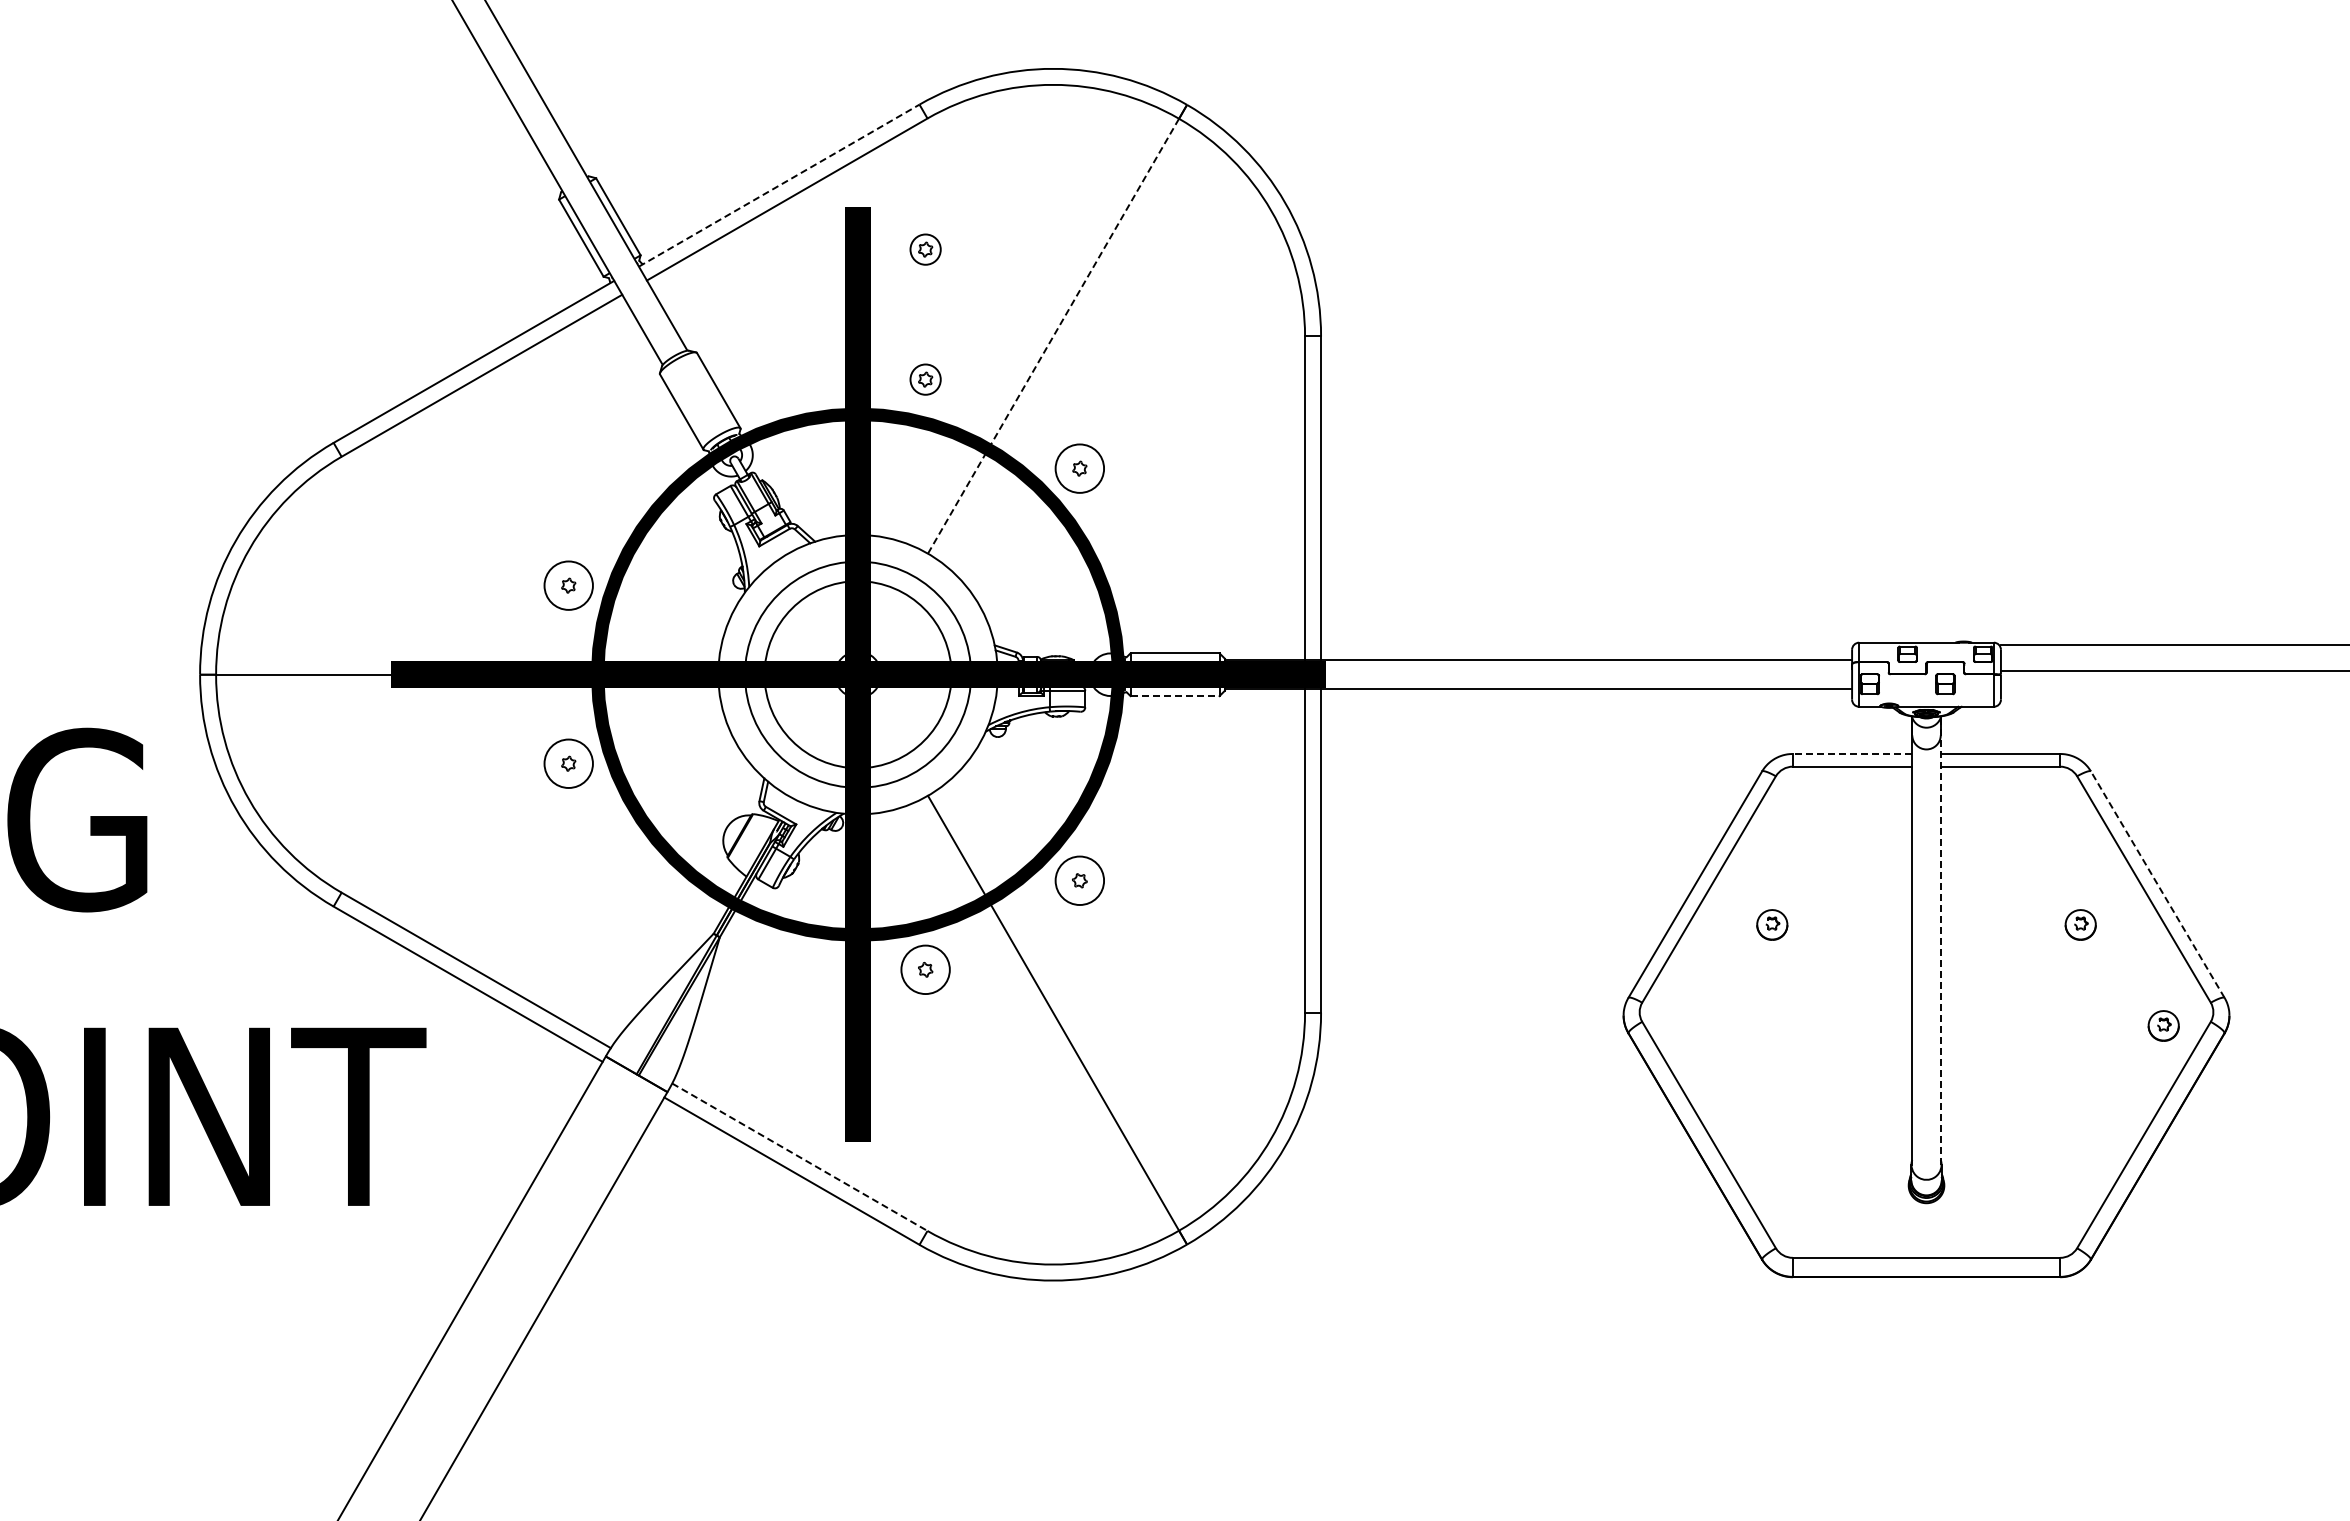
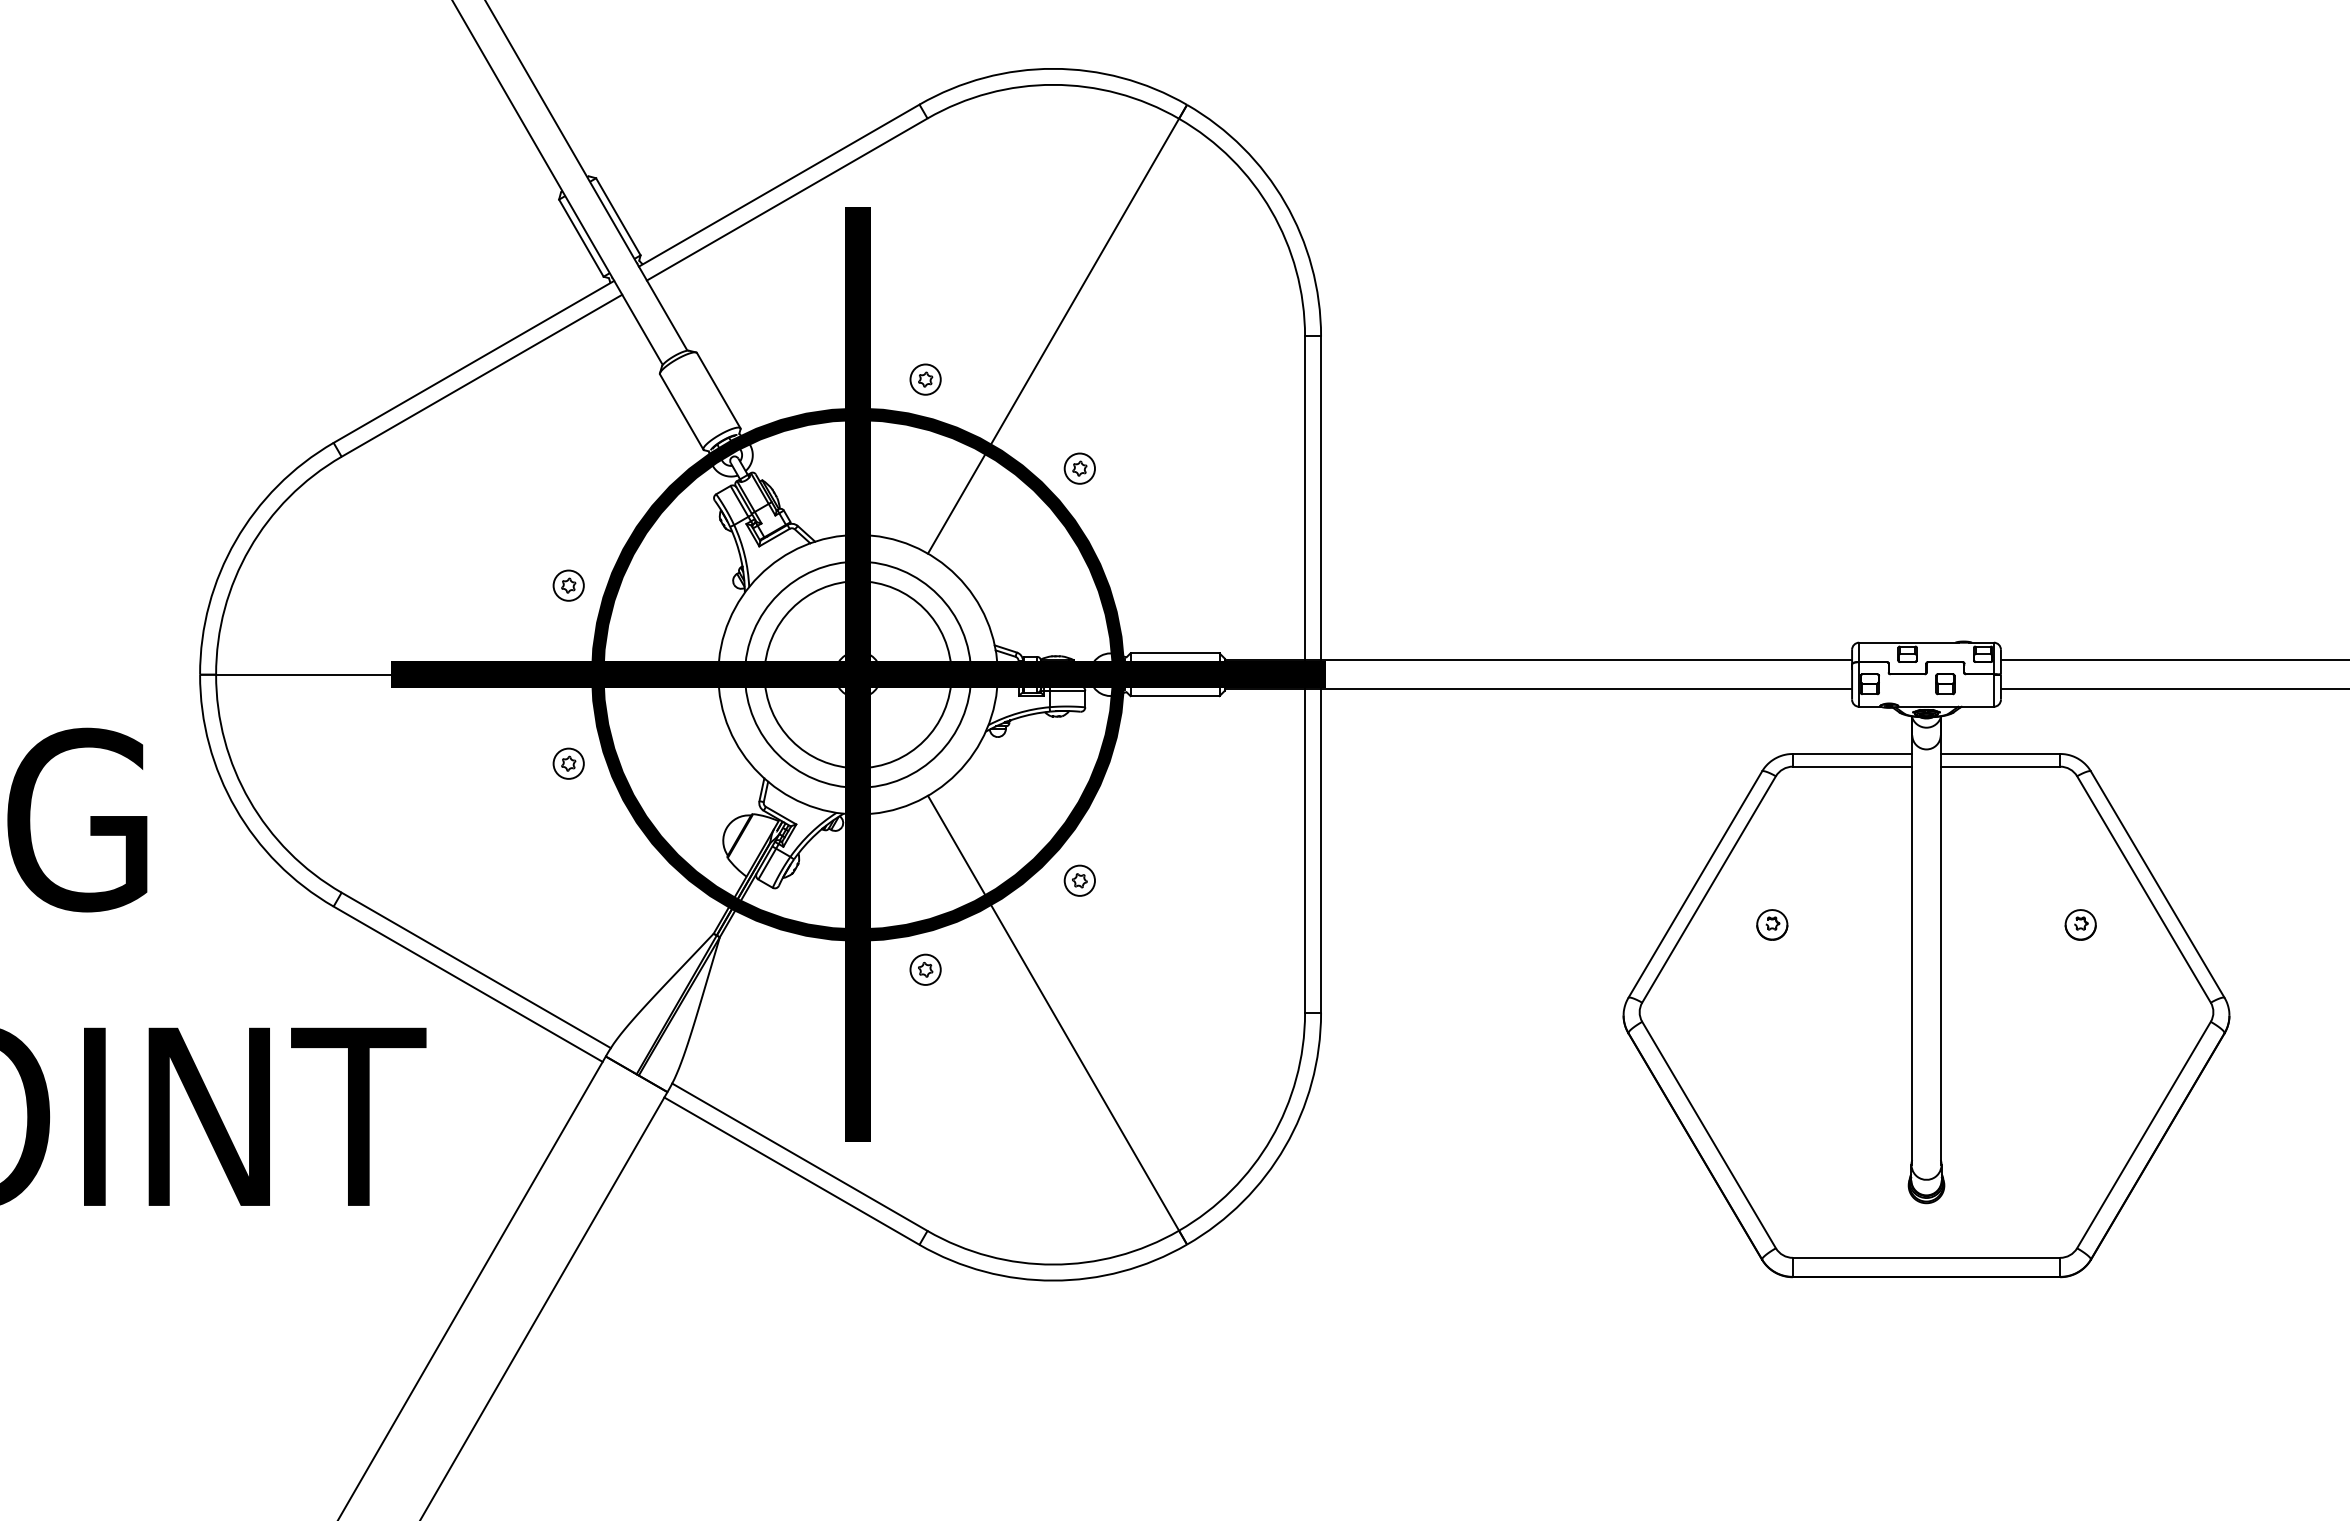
line at (779, 185): dashed -> solid
part at (925, 249): present -> none
line at (1053, 336): dashed -> solid
circle at (1079, 468) diameter: 48 px -> 30 px
circle at (568, 585) diameter: 48 px -> 30 px
line at (2173, 645) position: (2173, 645) -> (2173, 660)
line at (2173, 670) position: (2173, 670) -> (2173, 688)
line at (1175, 696): dashed -> solid
line at (1852, 753): dashed -> solid
circle at (568, 763) diameter: 48 px -> 30 px
circle at (1079, 880) diameter: 48 px -> 30 px
line at (2157, 884): dashed -> solid
line at (1940, 941): dashed -> solid
circle at (925, 969) diameter: 48 px -> 30 px
part at (2163, 1025): present -> none
line at (800, 1157): dashed -> solid
